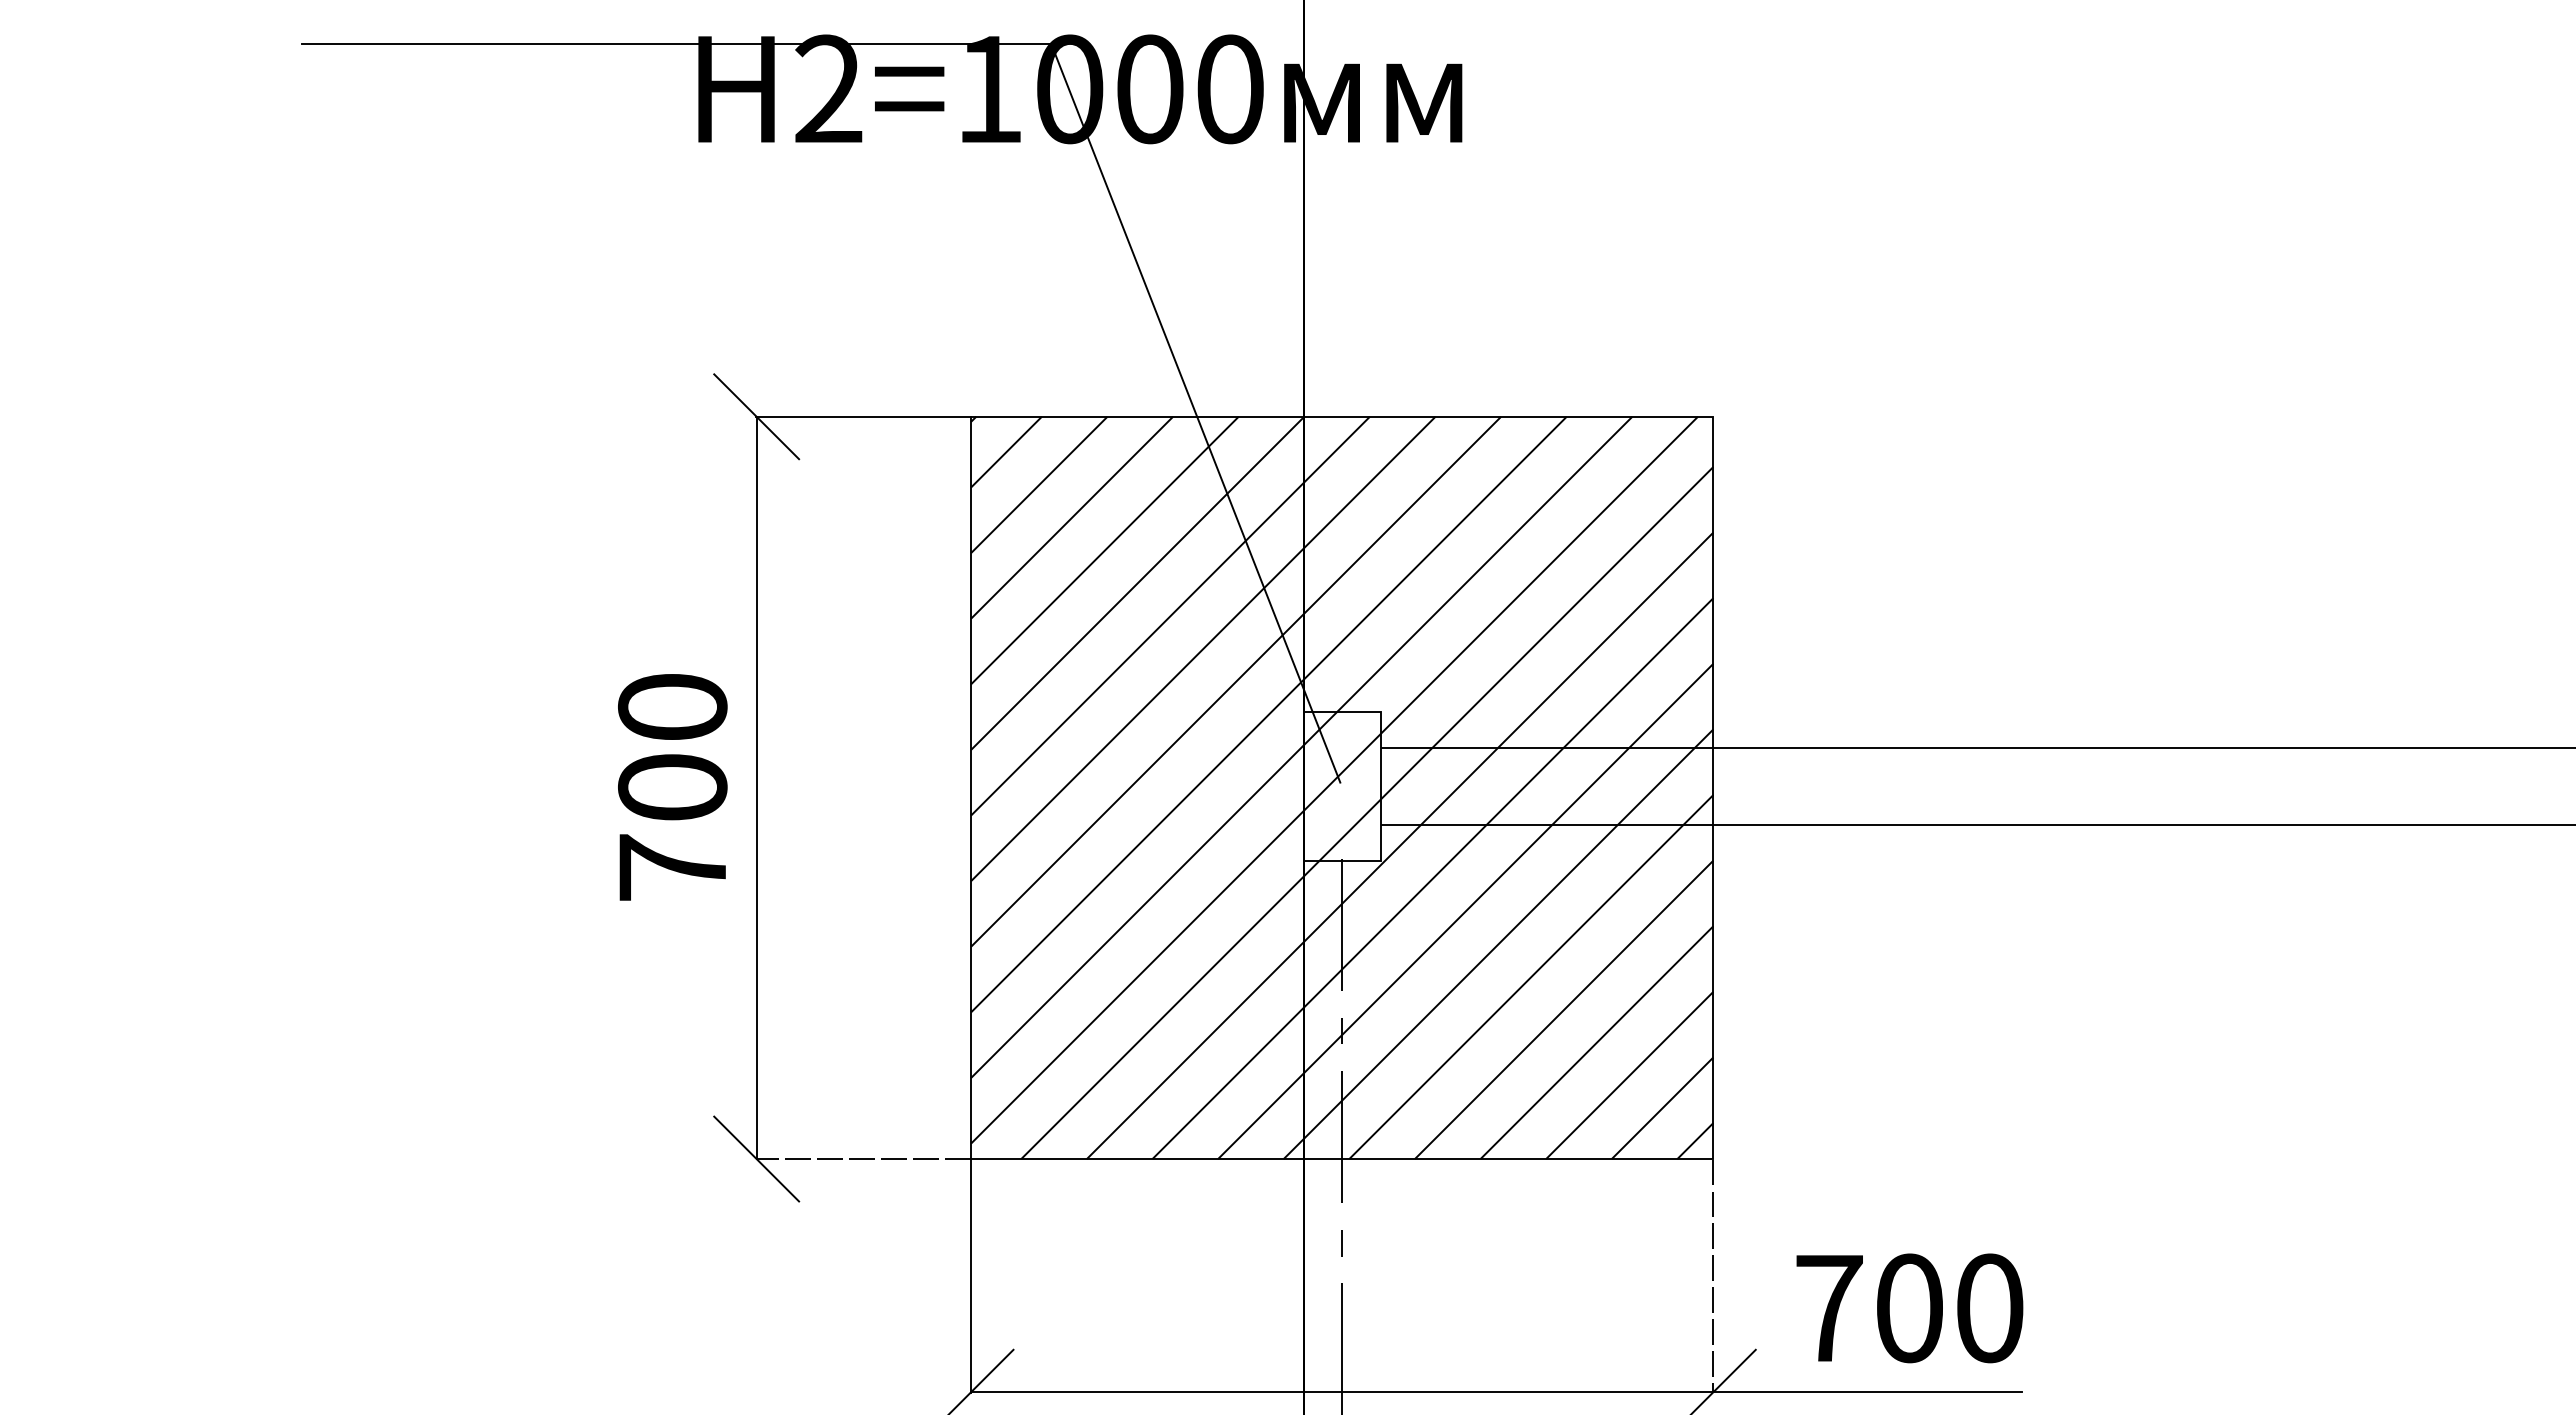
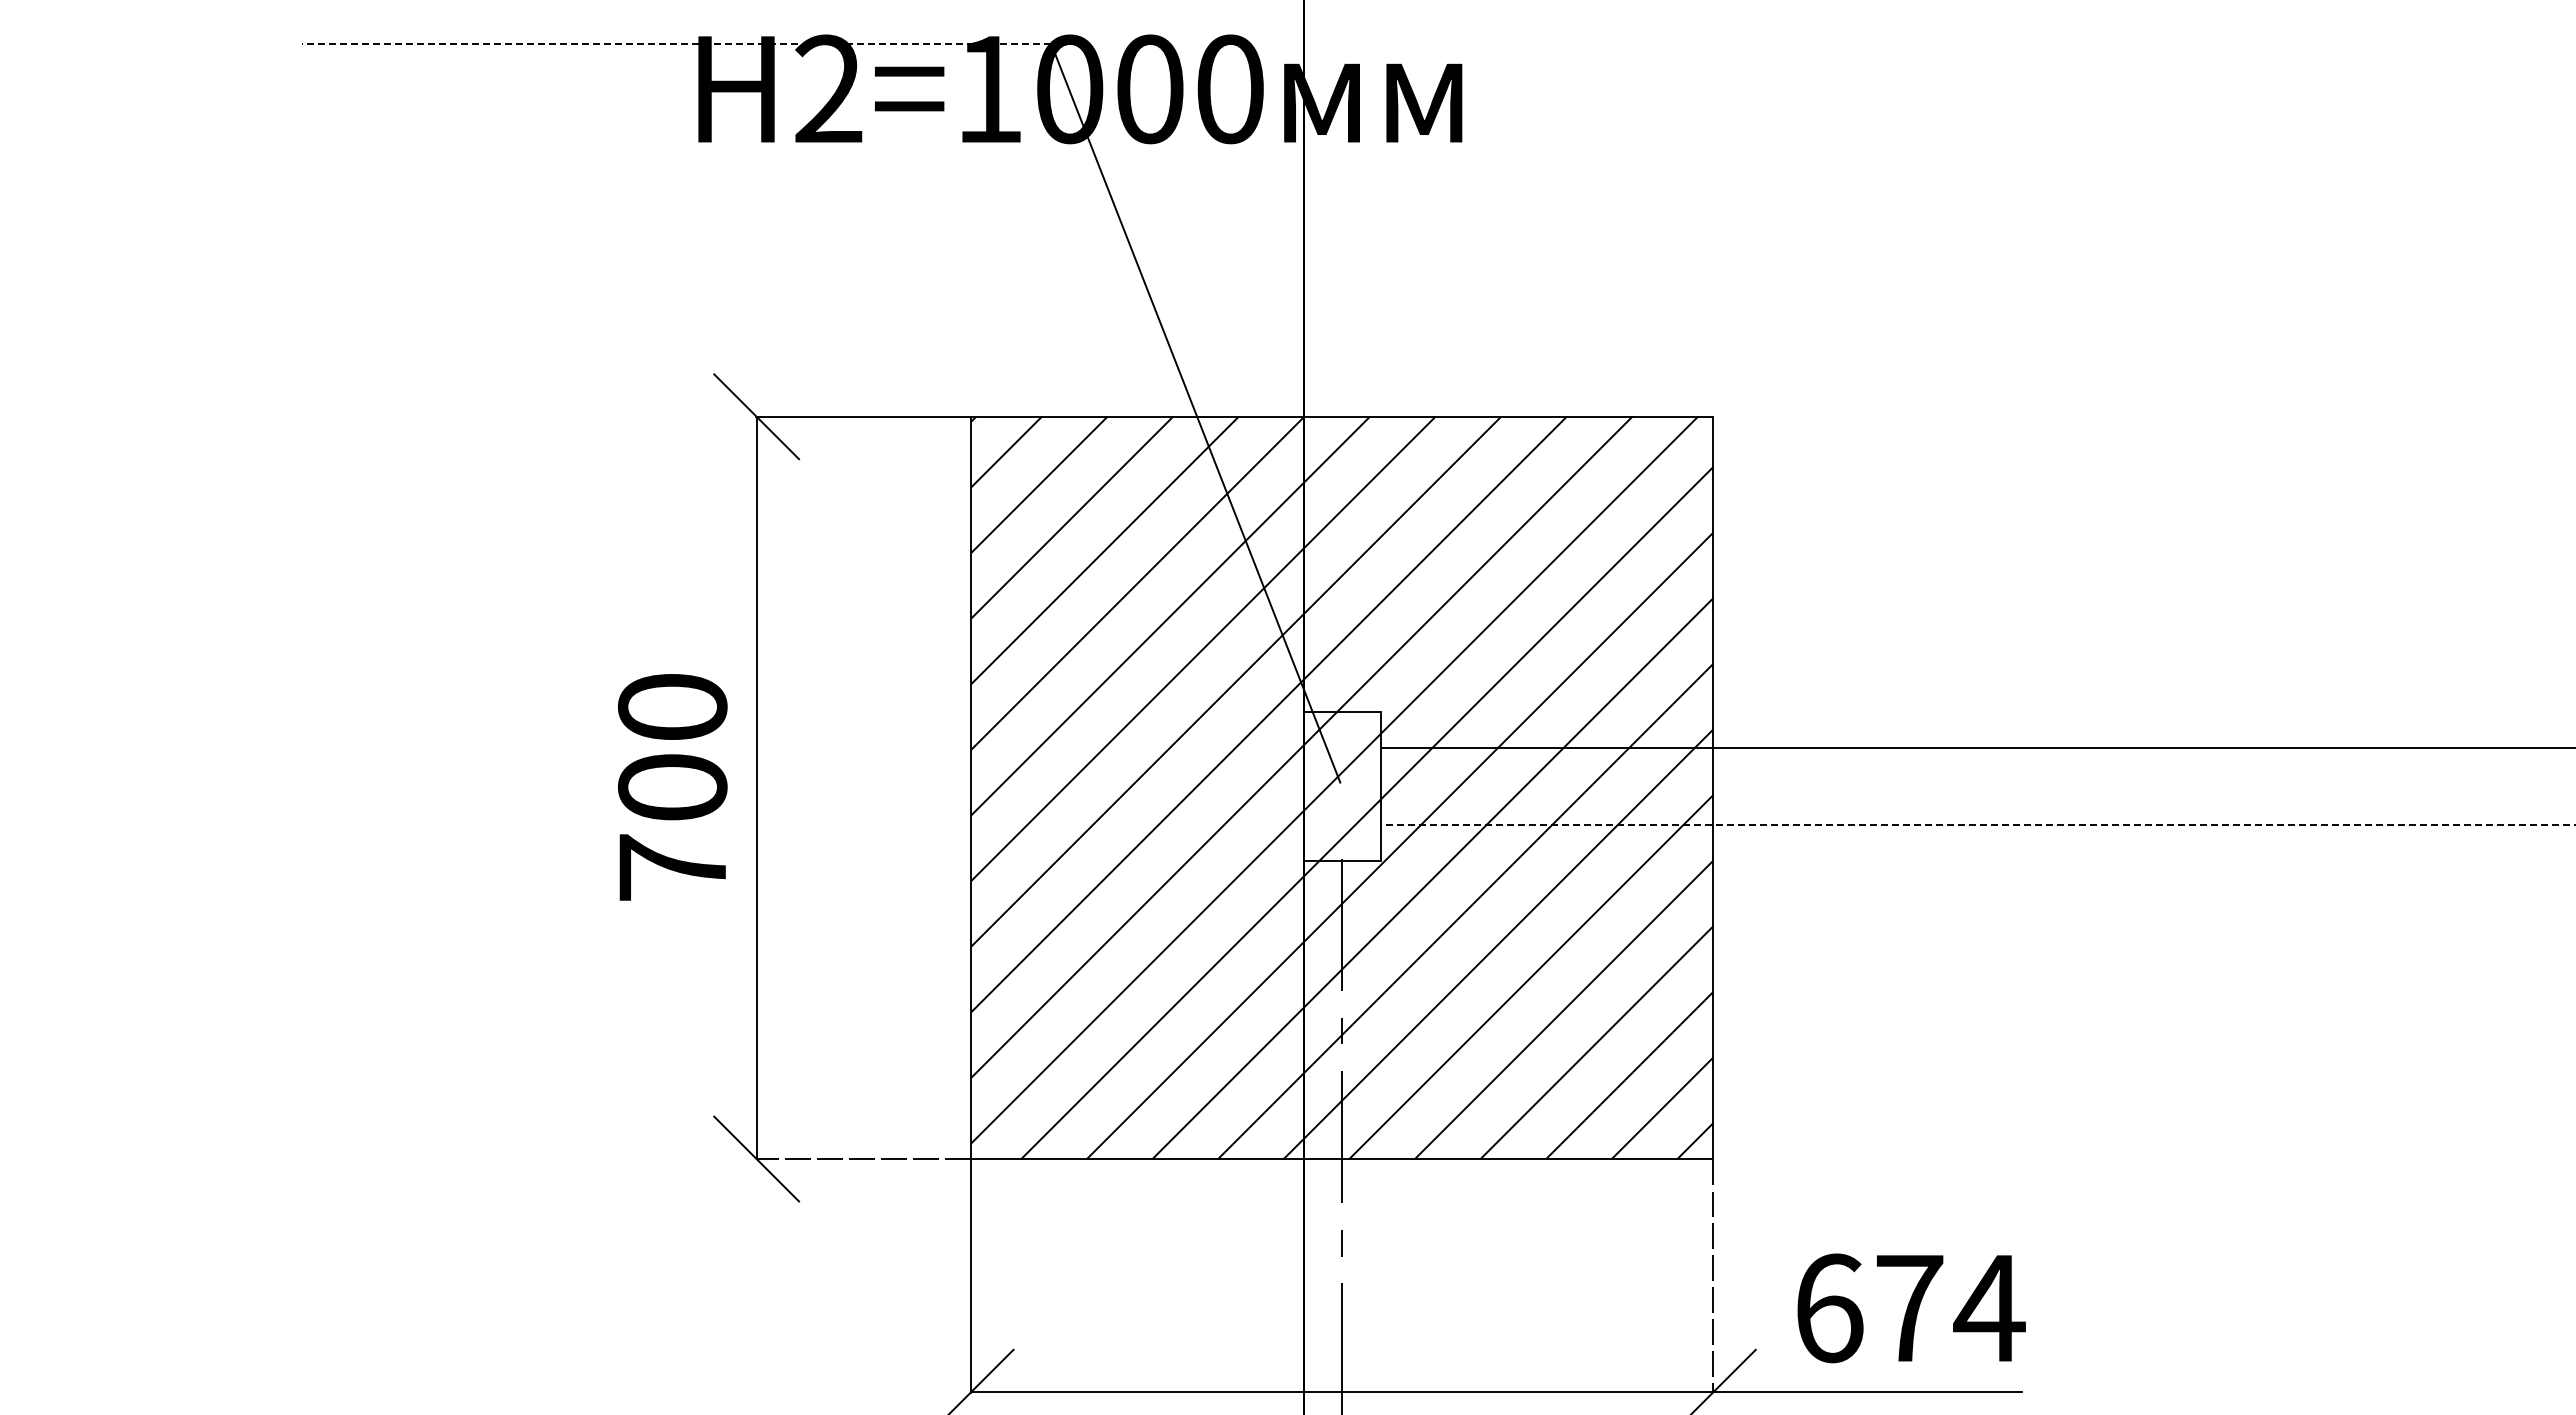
line at (676, 44): solid -> dashed
line at (1977, 825): solid -> dashed
text at (1910, 1308): 700 -> 674
